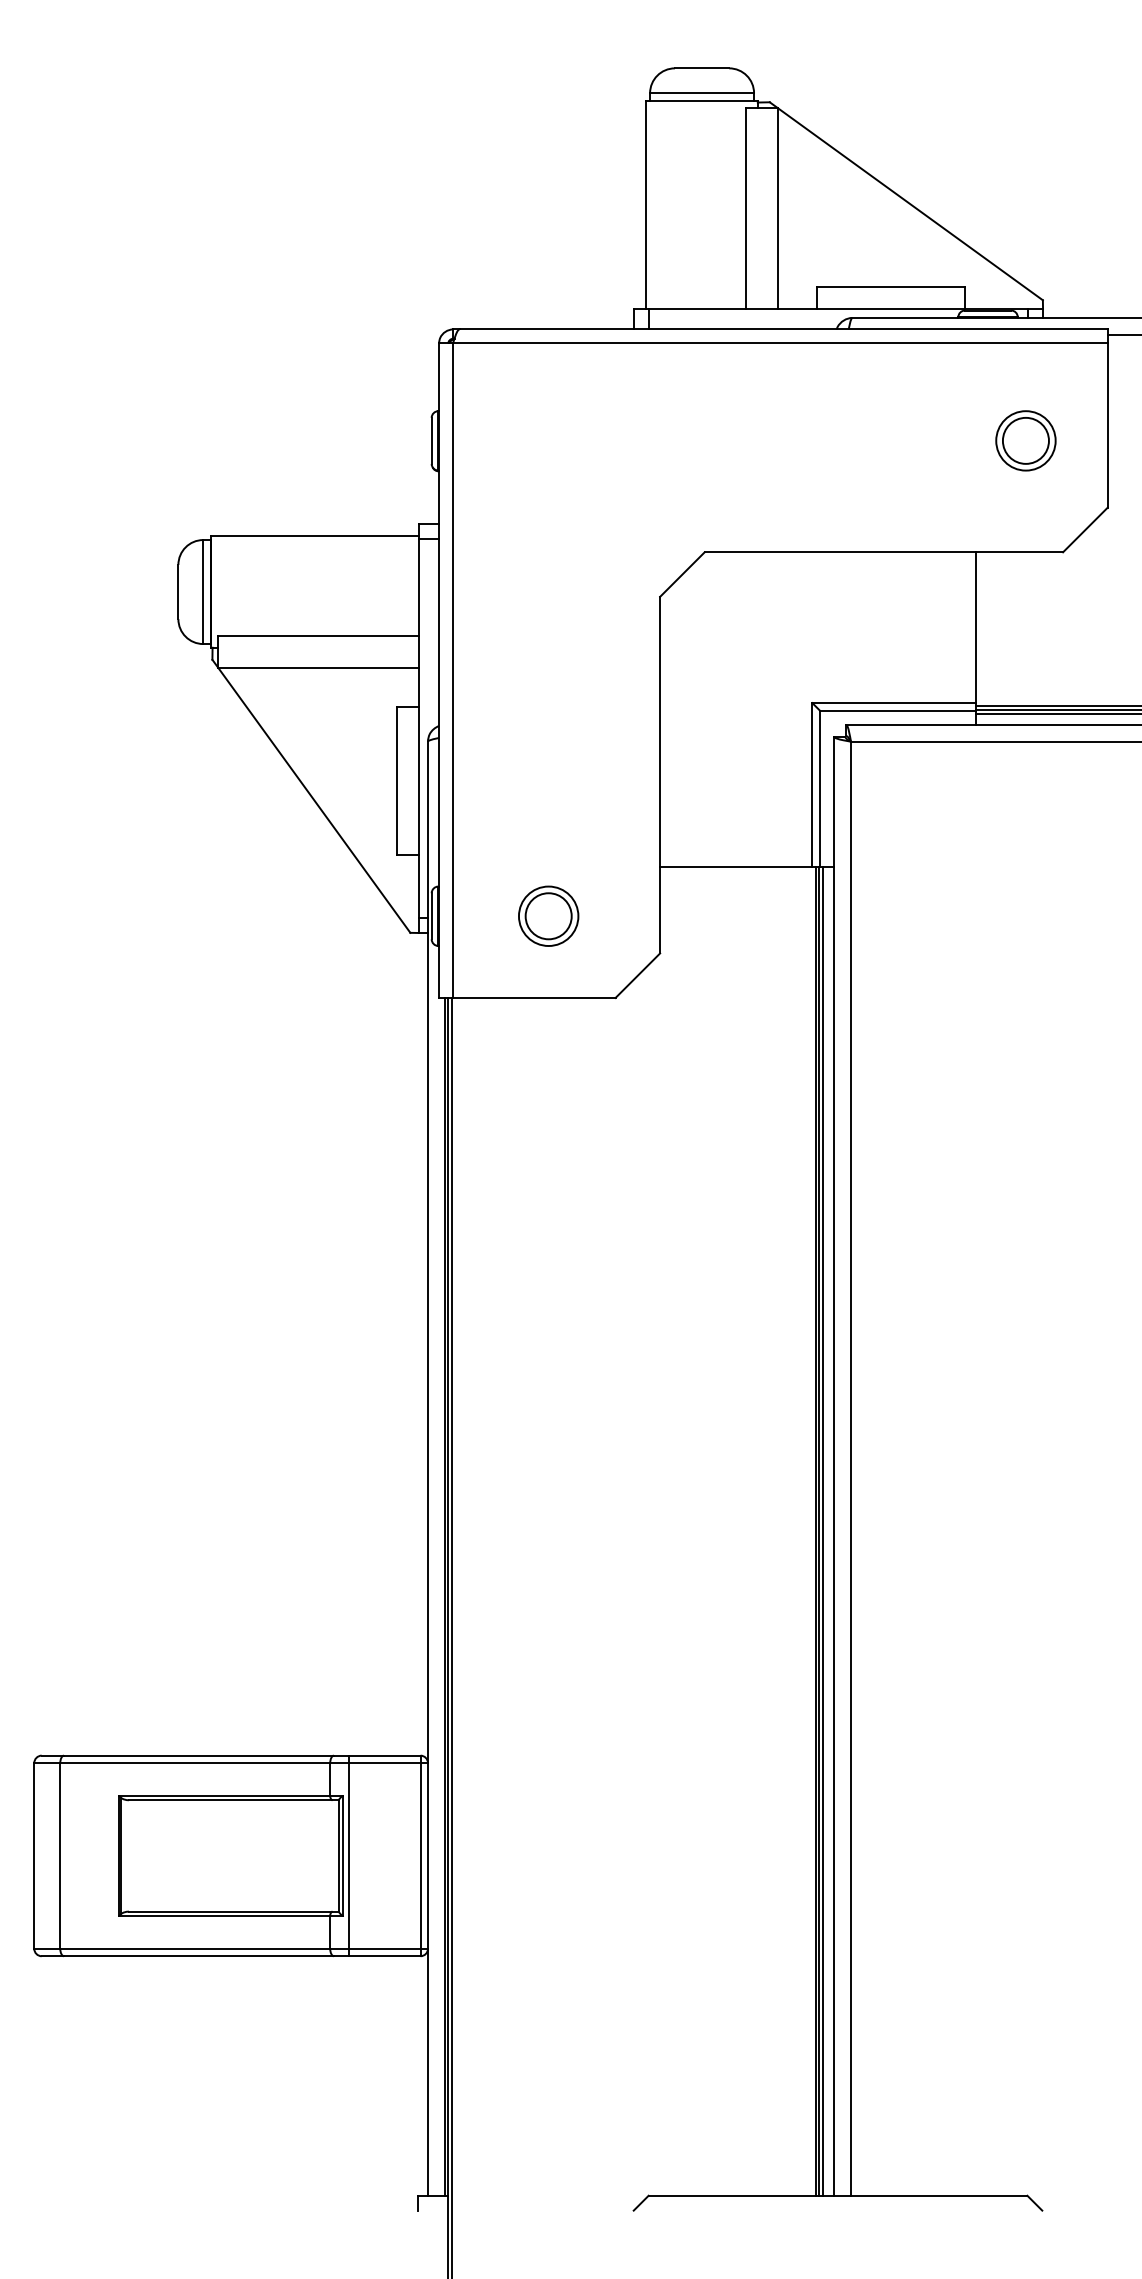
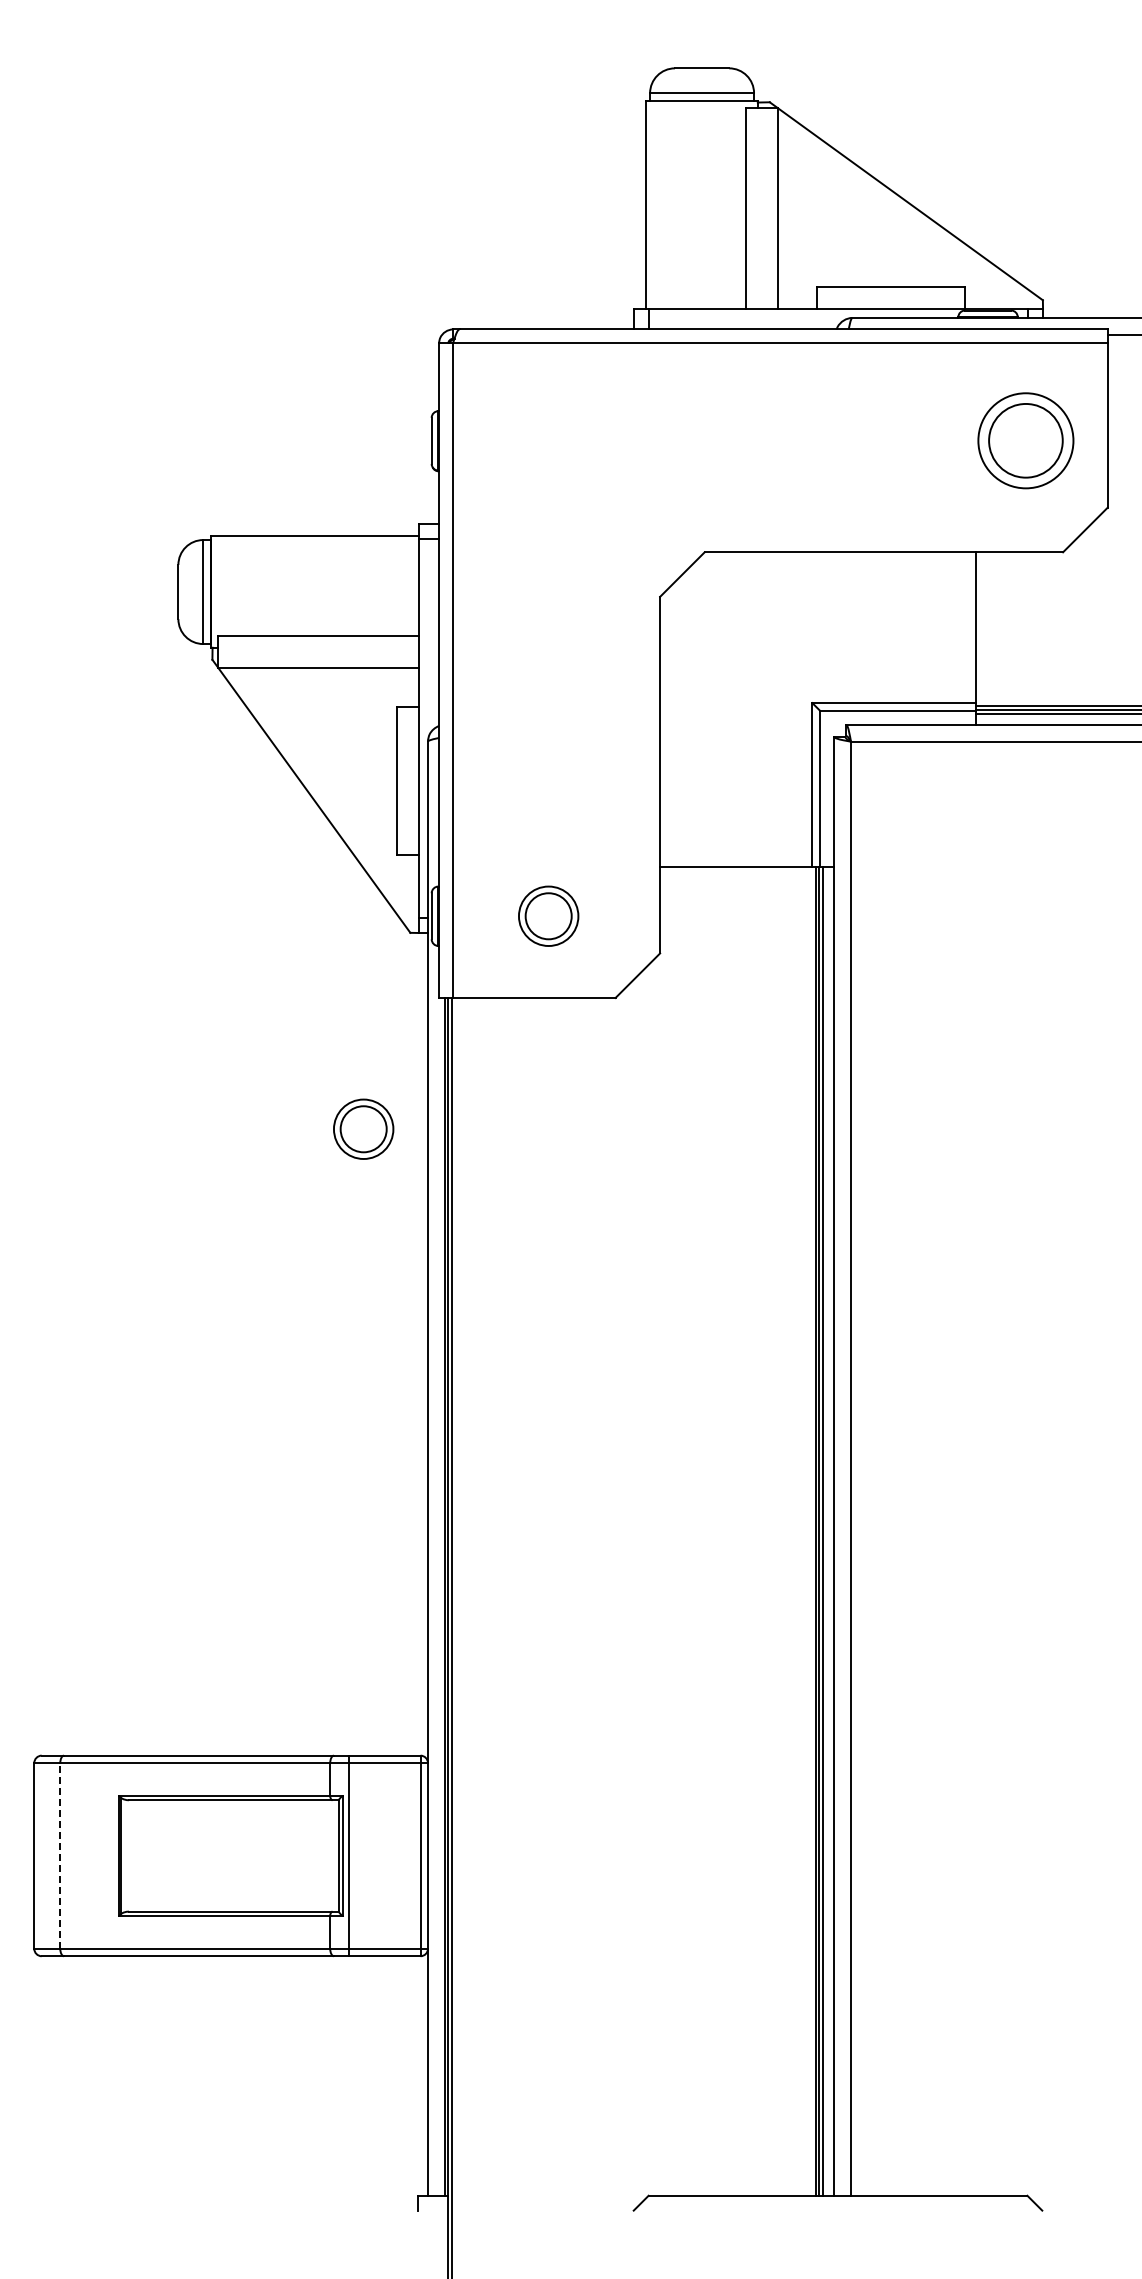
part at (1025, 440) size: 62x62 px -> 98x98 px
part at (363, 1128): none -> present
line at (60, 1855): solid -> dashed
